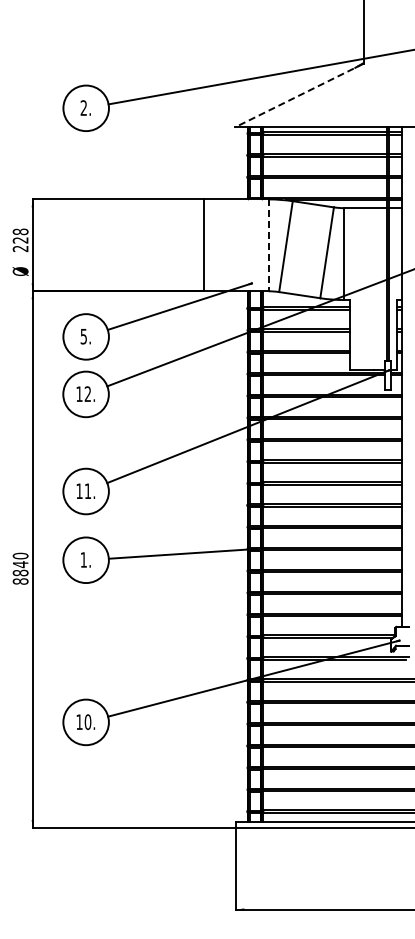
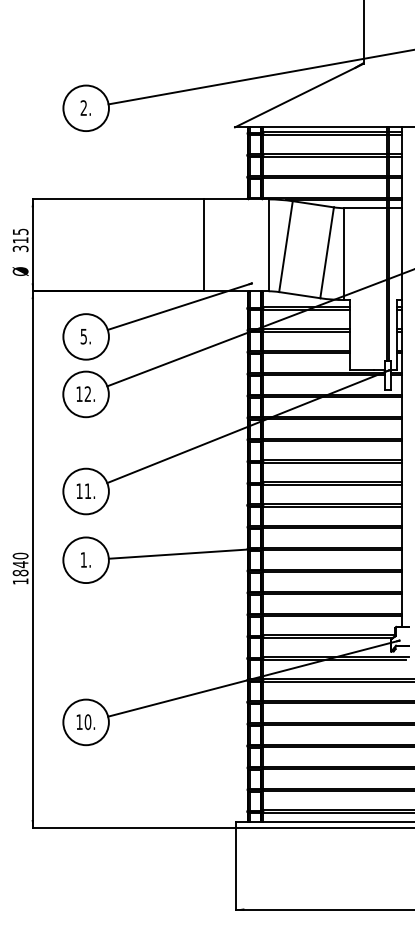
line at (299, 95): dashed -> solid
text at (20, 239): 228 -> 315
line at (268, 245): dashed -> solid
text at (20, 581): 8840 -> 1840
